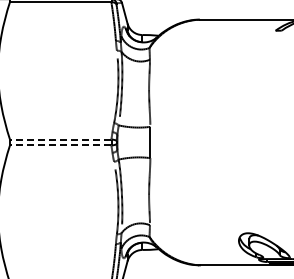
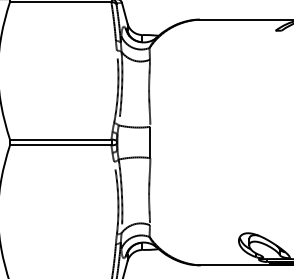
line at (60, 139): dashed -> solid
line at (60, 145): dashed -> solid
